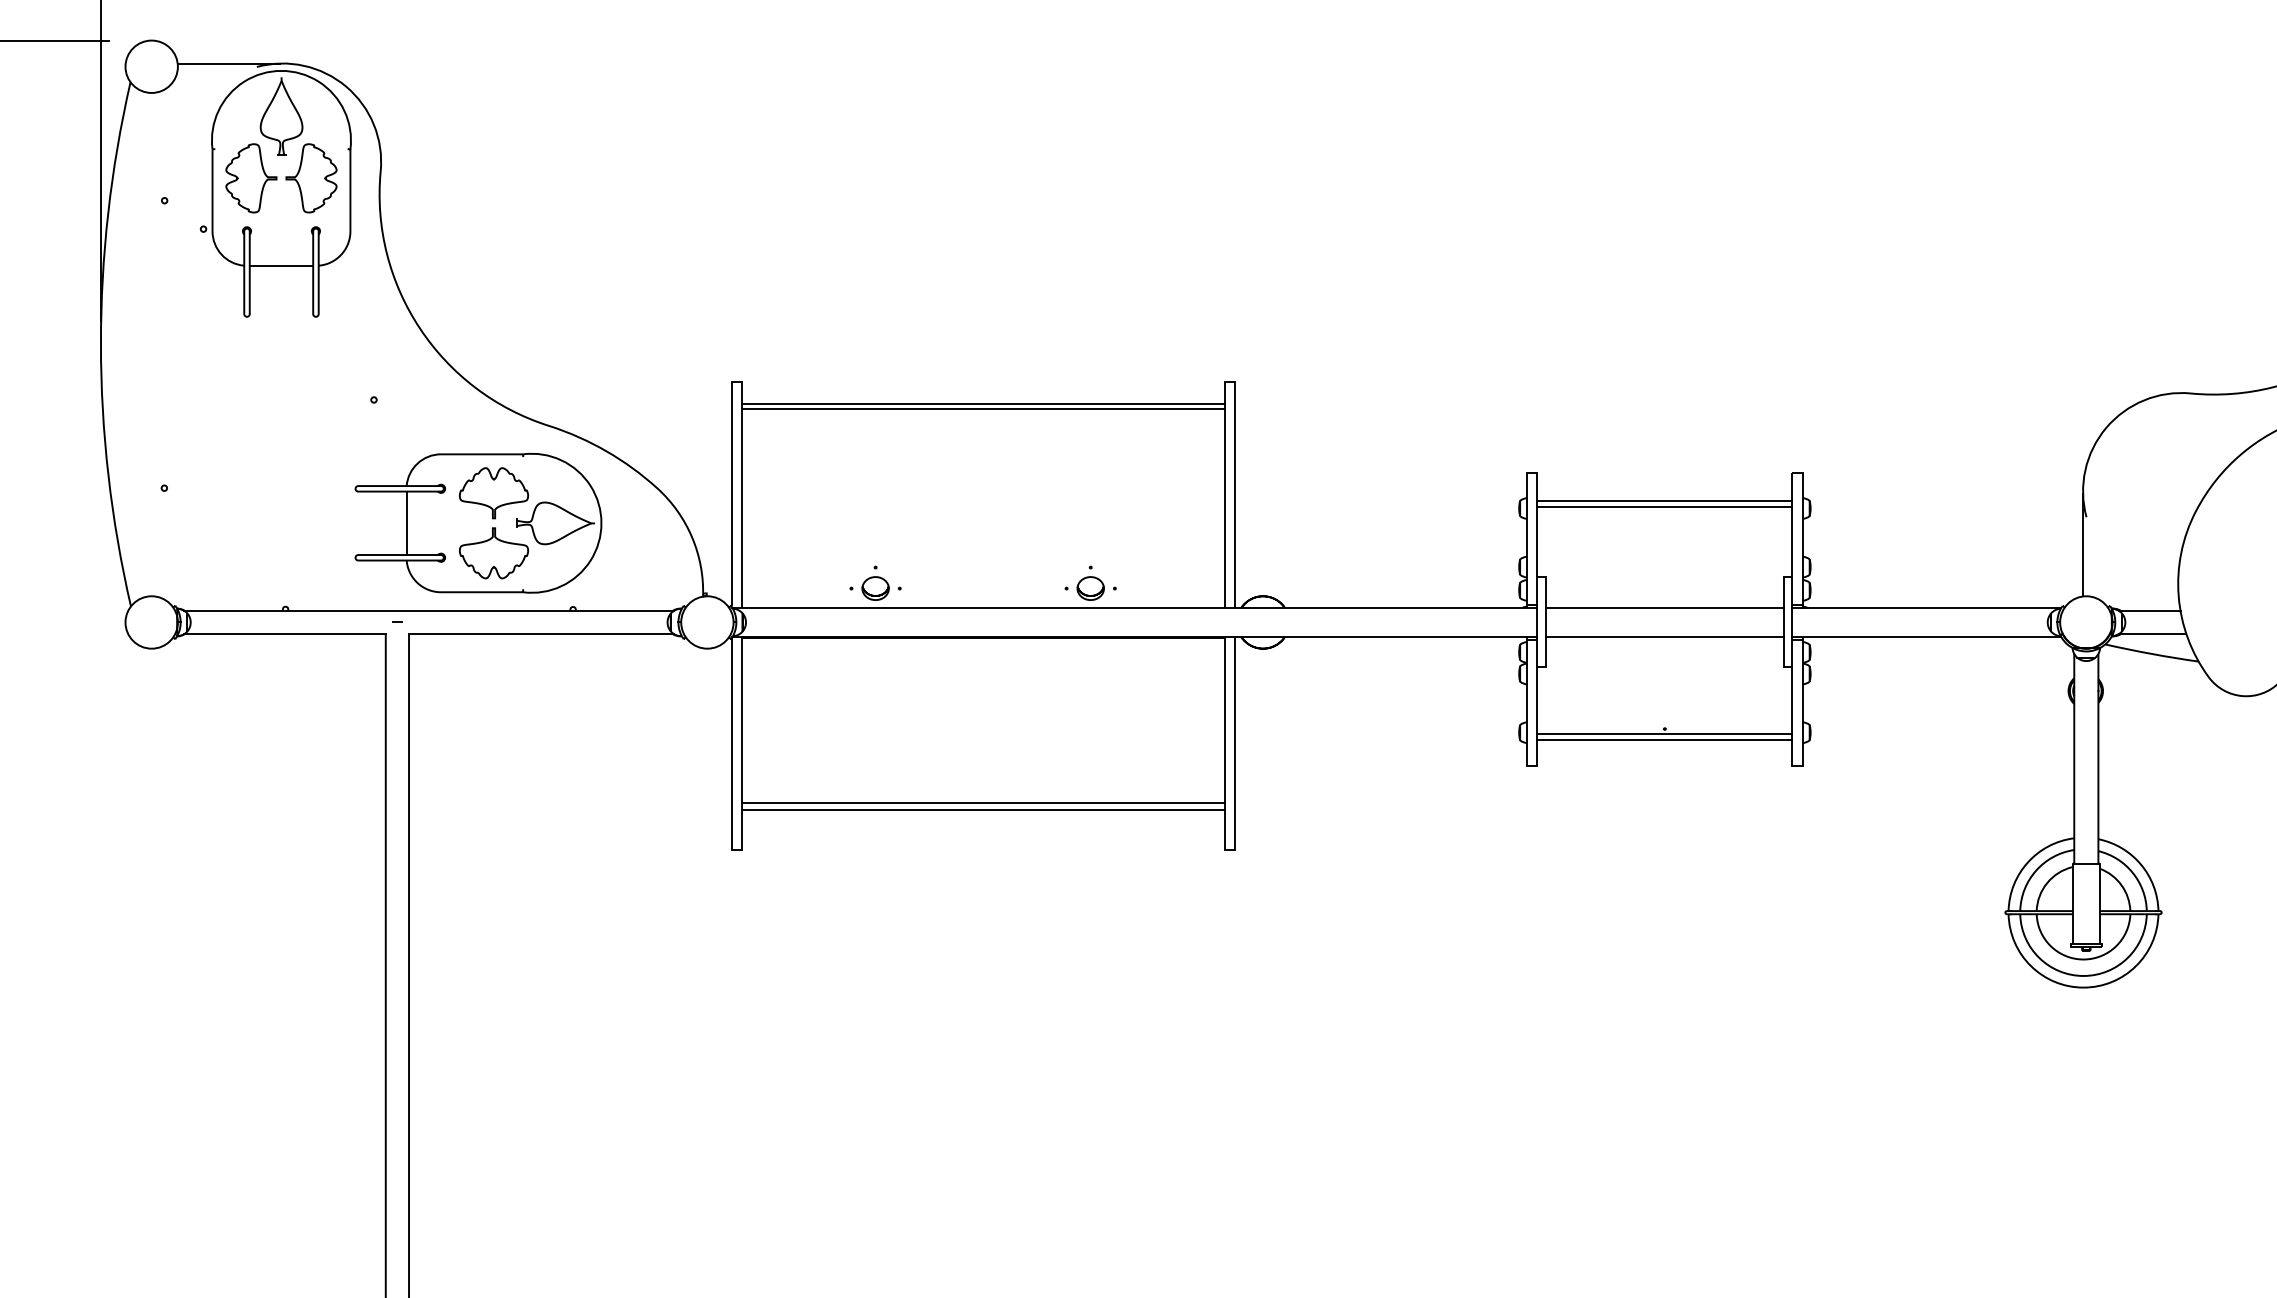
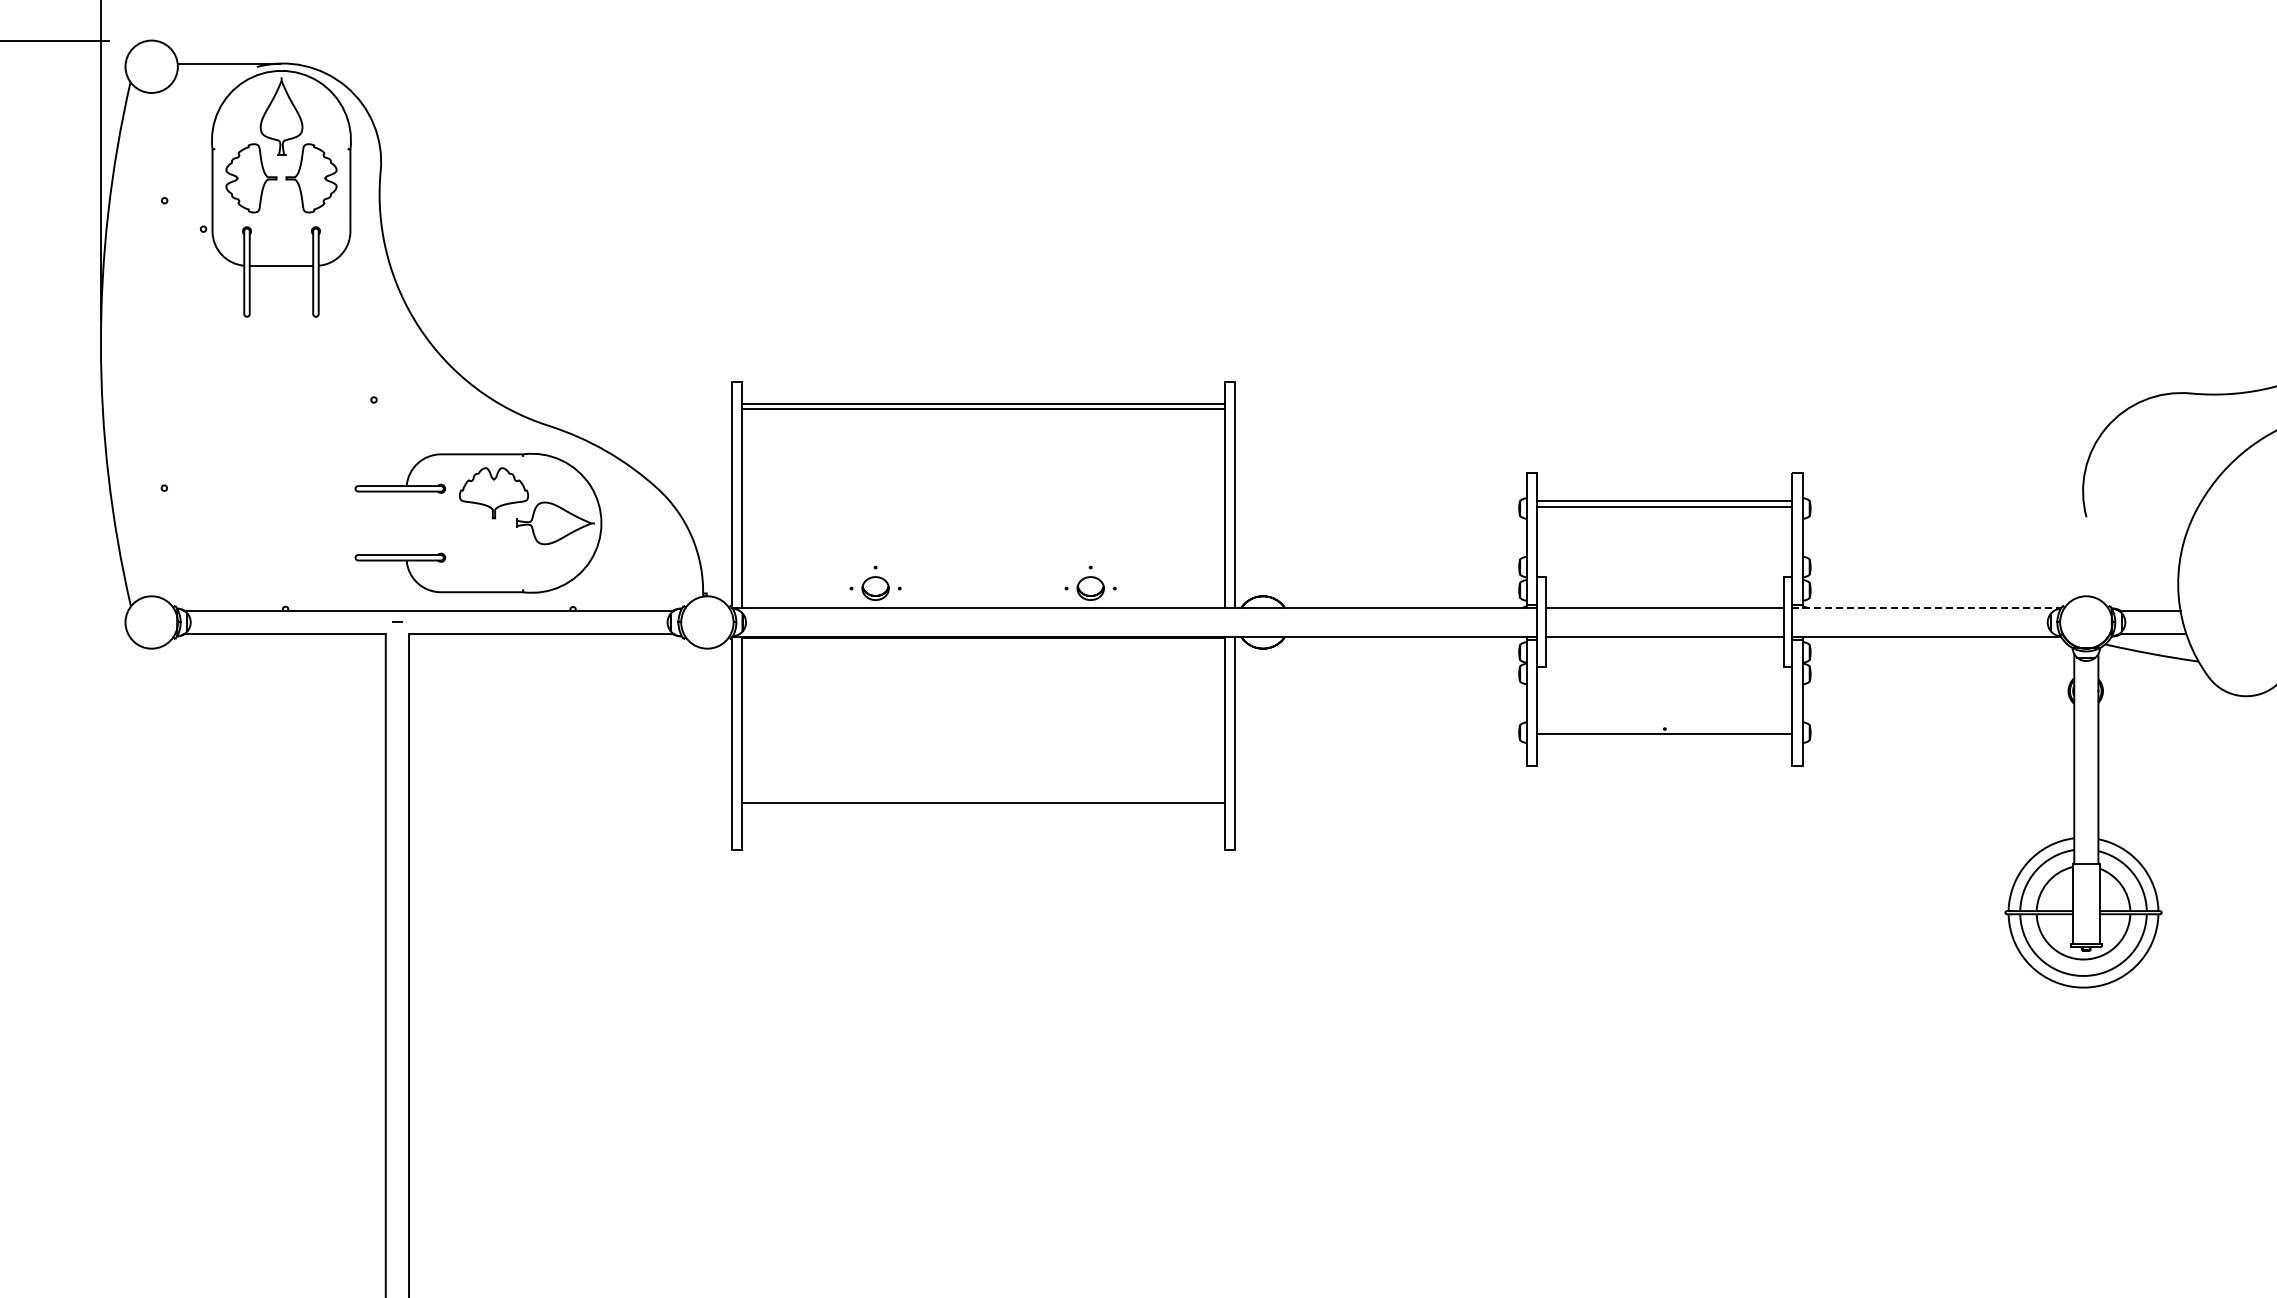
line at (406, 523): present -> none
line at (2083, 545): present -> none
part at (494, 553): present -> none
line at (1927, 607): solid -> dashed
line at (1664, 739): present -> none
line at (982, 809): present -> none
